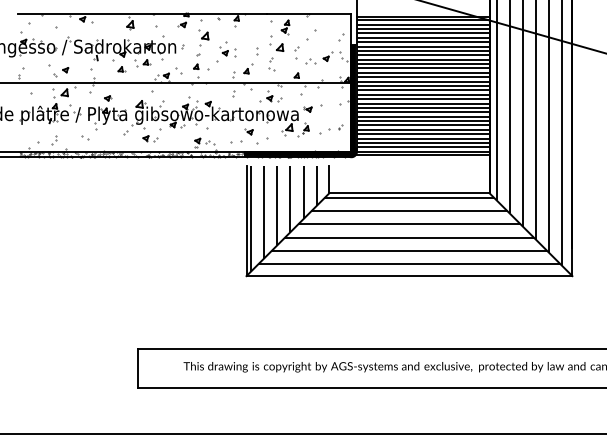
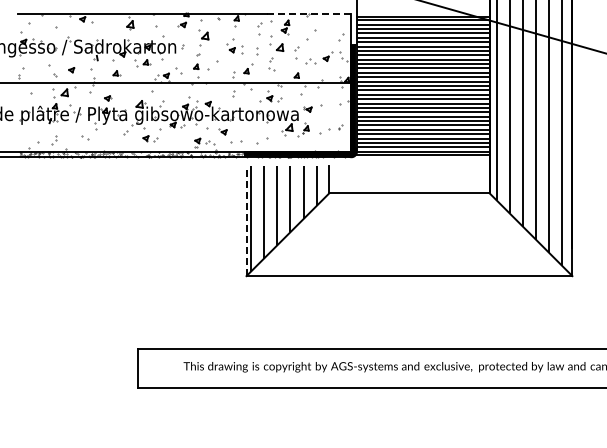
line at (309, 13): solid -> dashed
part at (259, 28): none -> present
part at (227, 49) position: (227, 49) -> (234, 46)
part at (121, 69) position: (121, 69) -> (116, 73)
part at (65, 70) position: (65, 70) -> (71, 70)
part at (248, 131) position: (248, 131) -> (222, 131)
line at (246, 220): solid -> dashed
hatch at (409, 230): present -> none
line at (302, 434): present -> none
